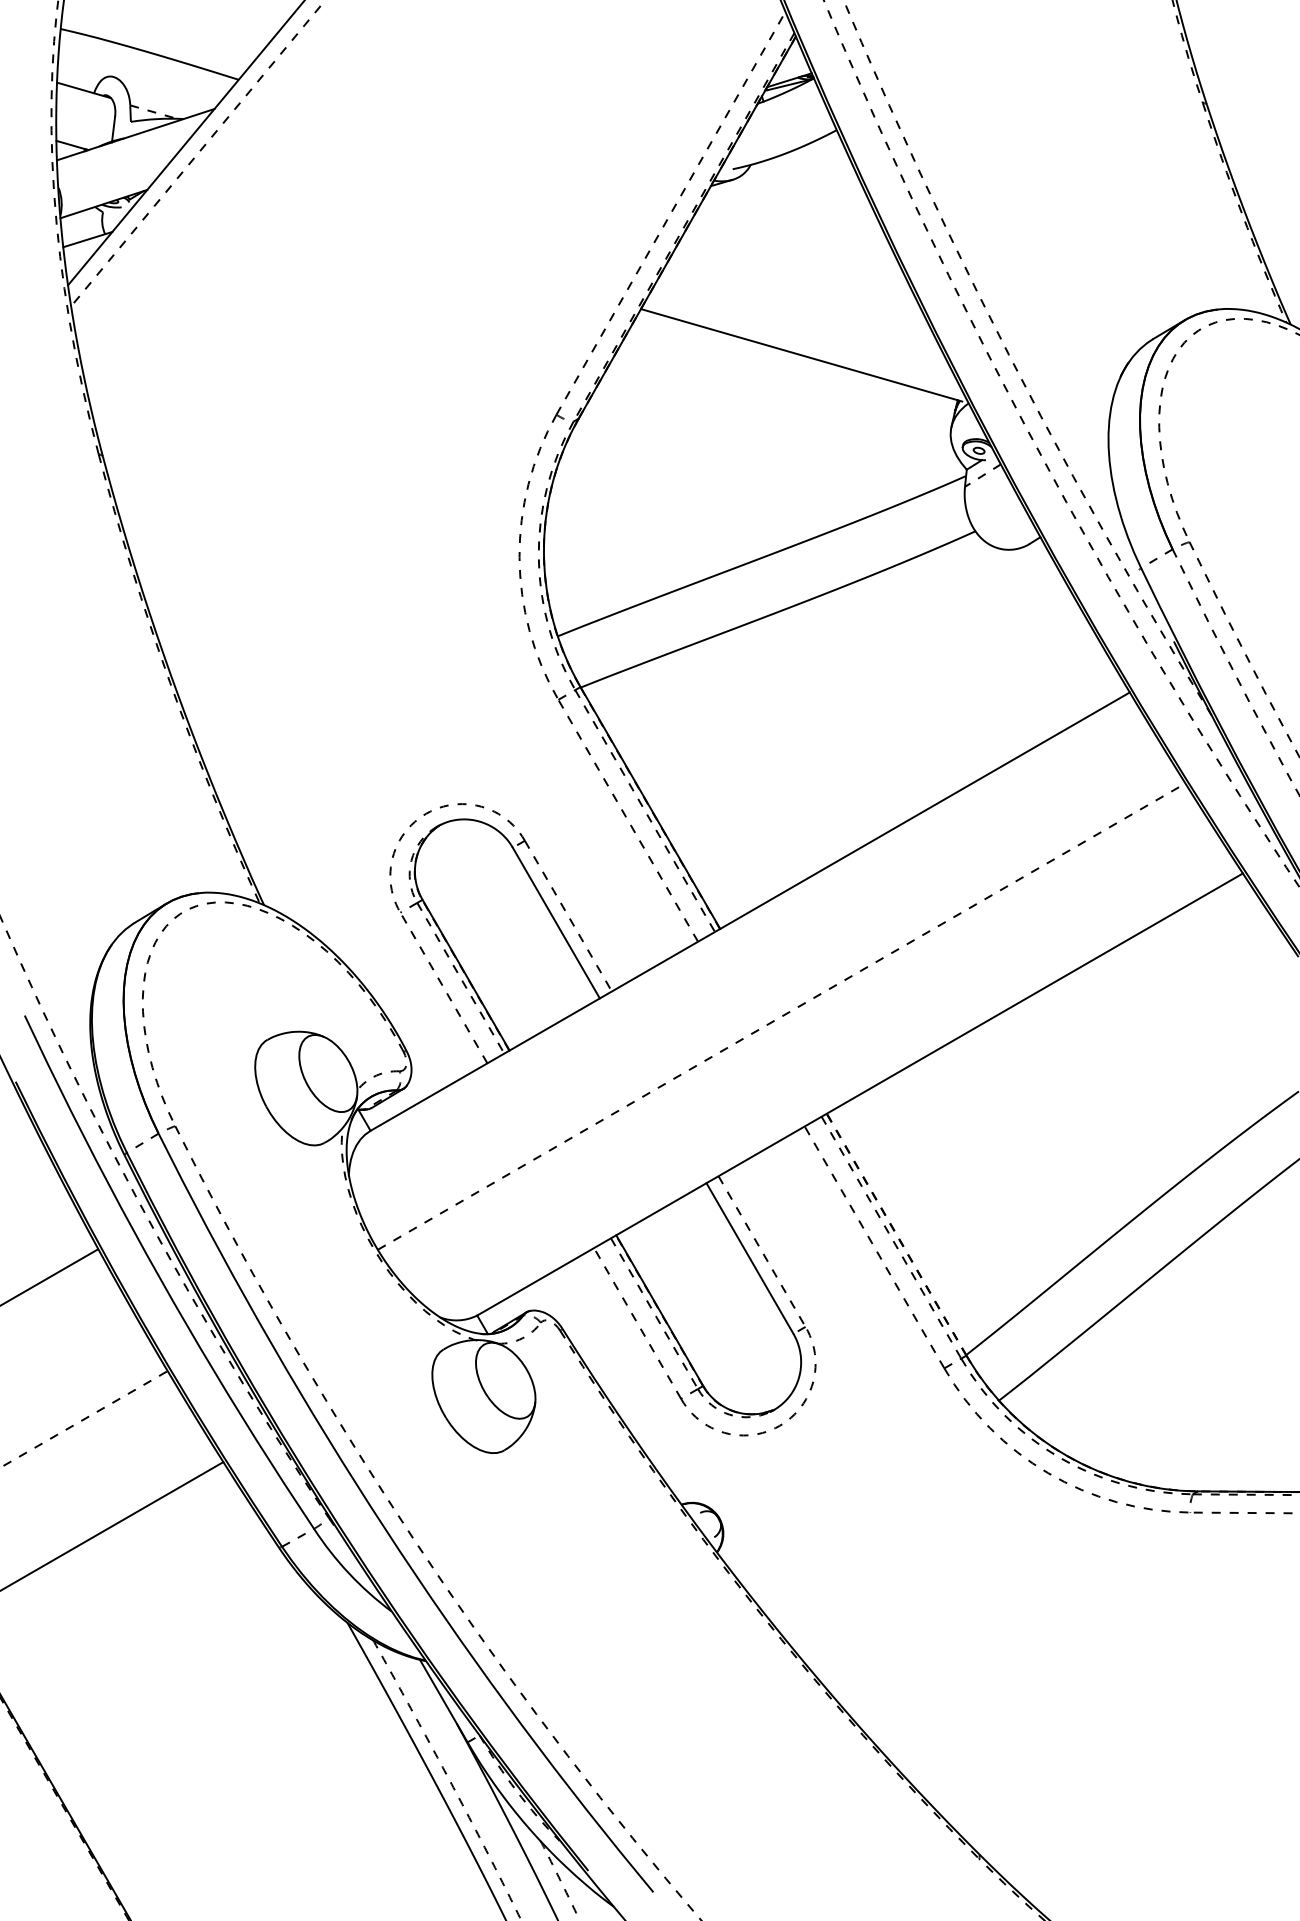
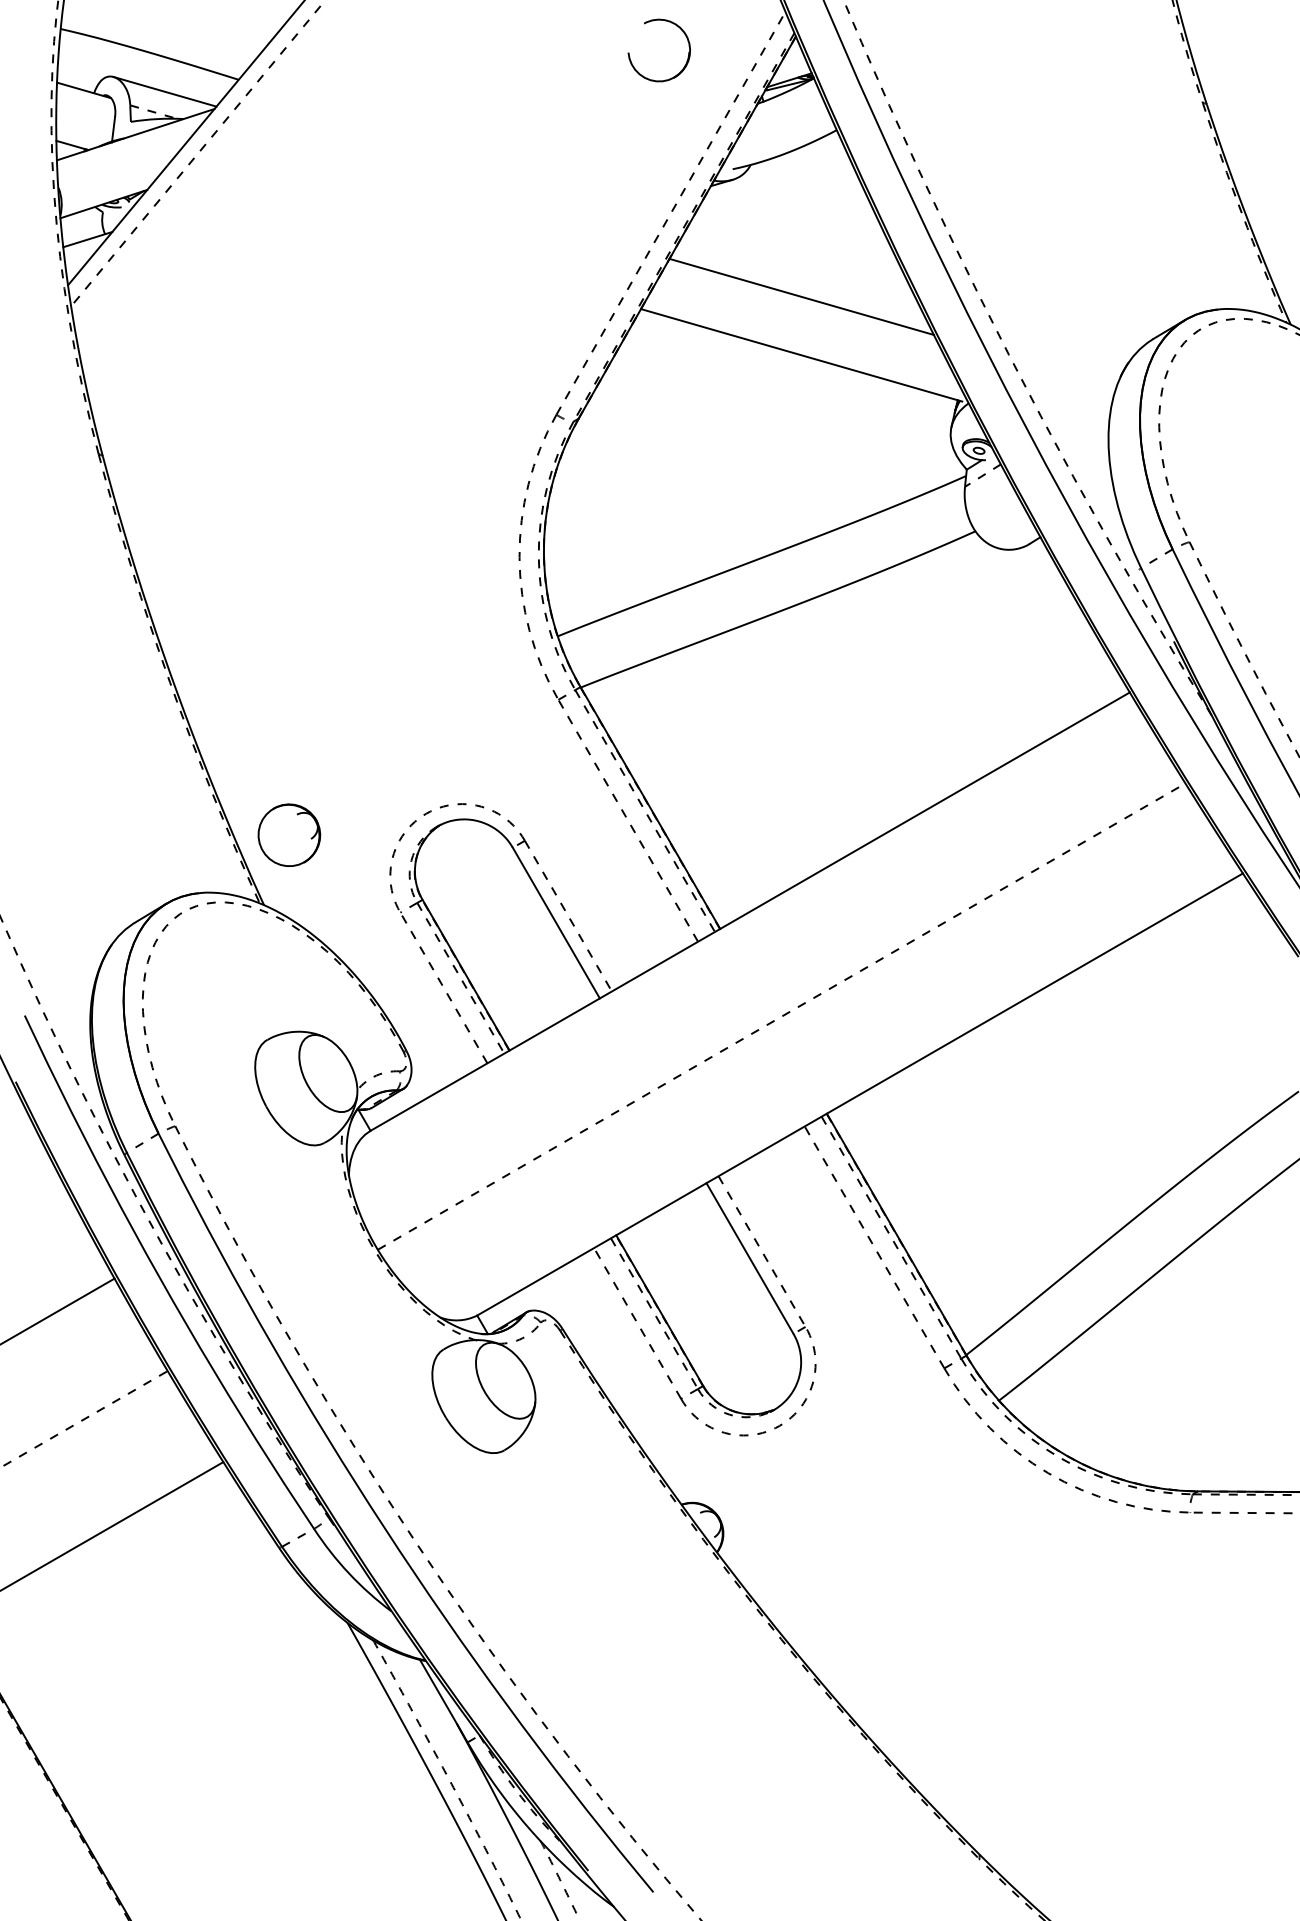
part at (630, 56): none -> present
line at (164, 91): none -> present
line at (801, 296): none -> present
arc at (1041, 455): dashed -> solid
arc at (1235, 674): dashed -> solid
part at (289, 834): none -> present
line at (896, 1234): dashed -> solid
line at (49, 1276) position: (49, 1276) -> (58, 1310)
